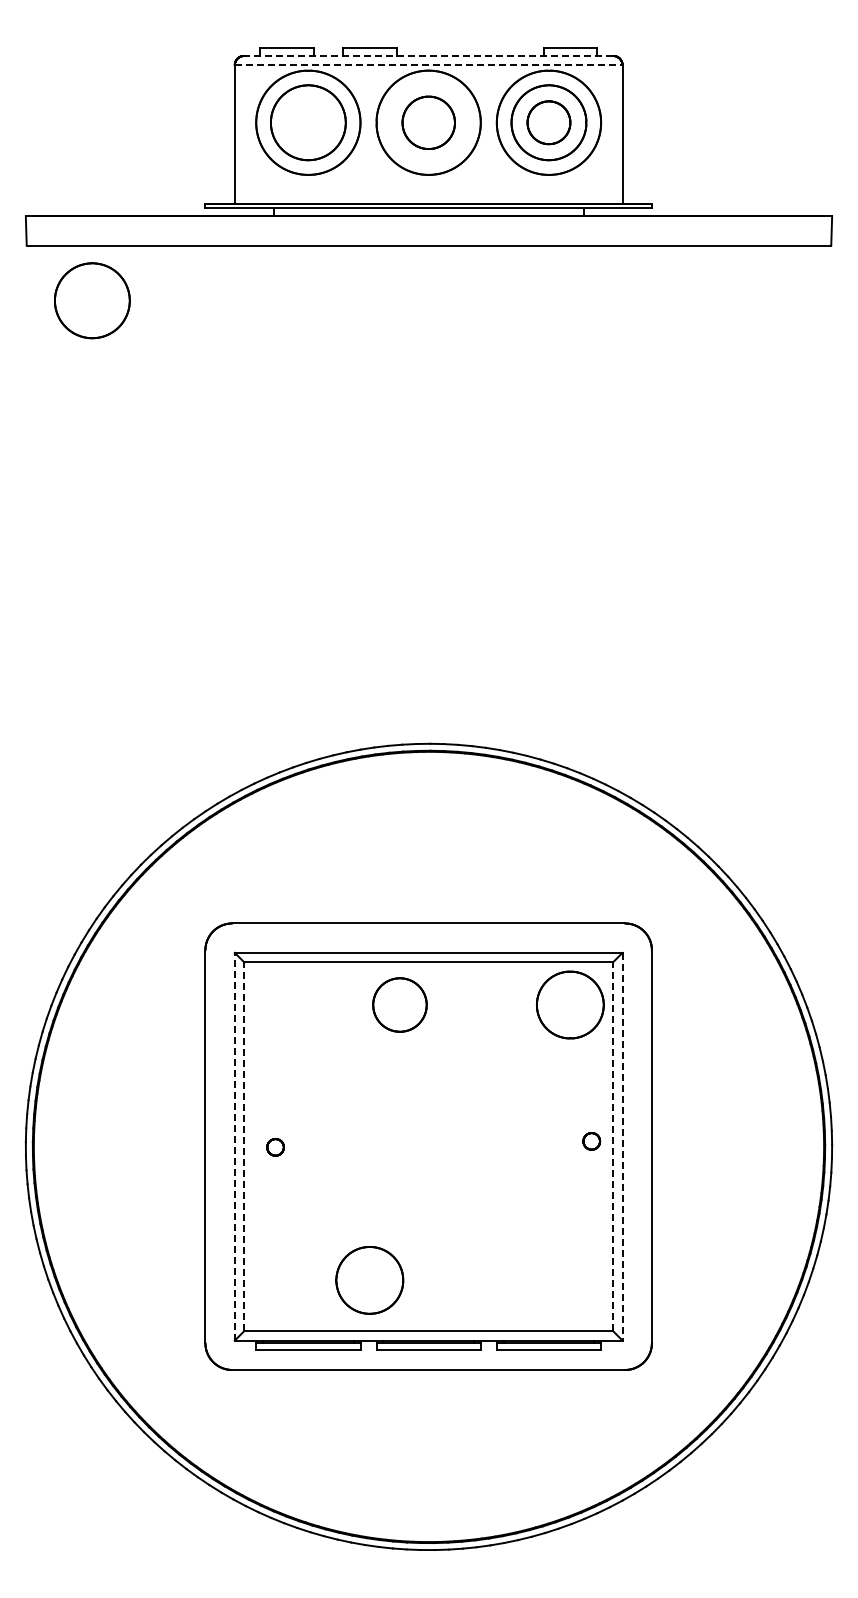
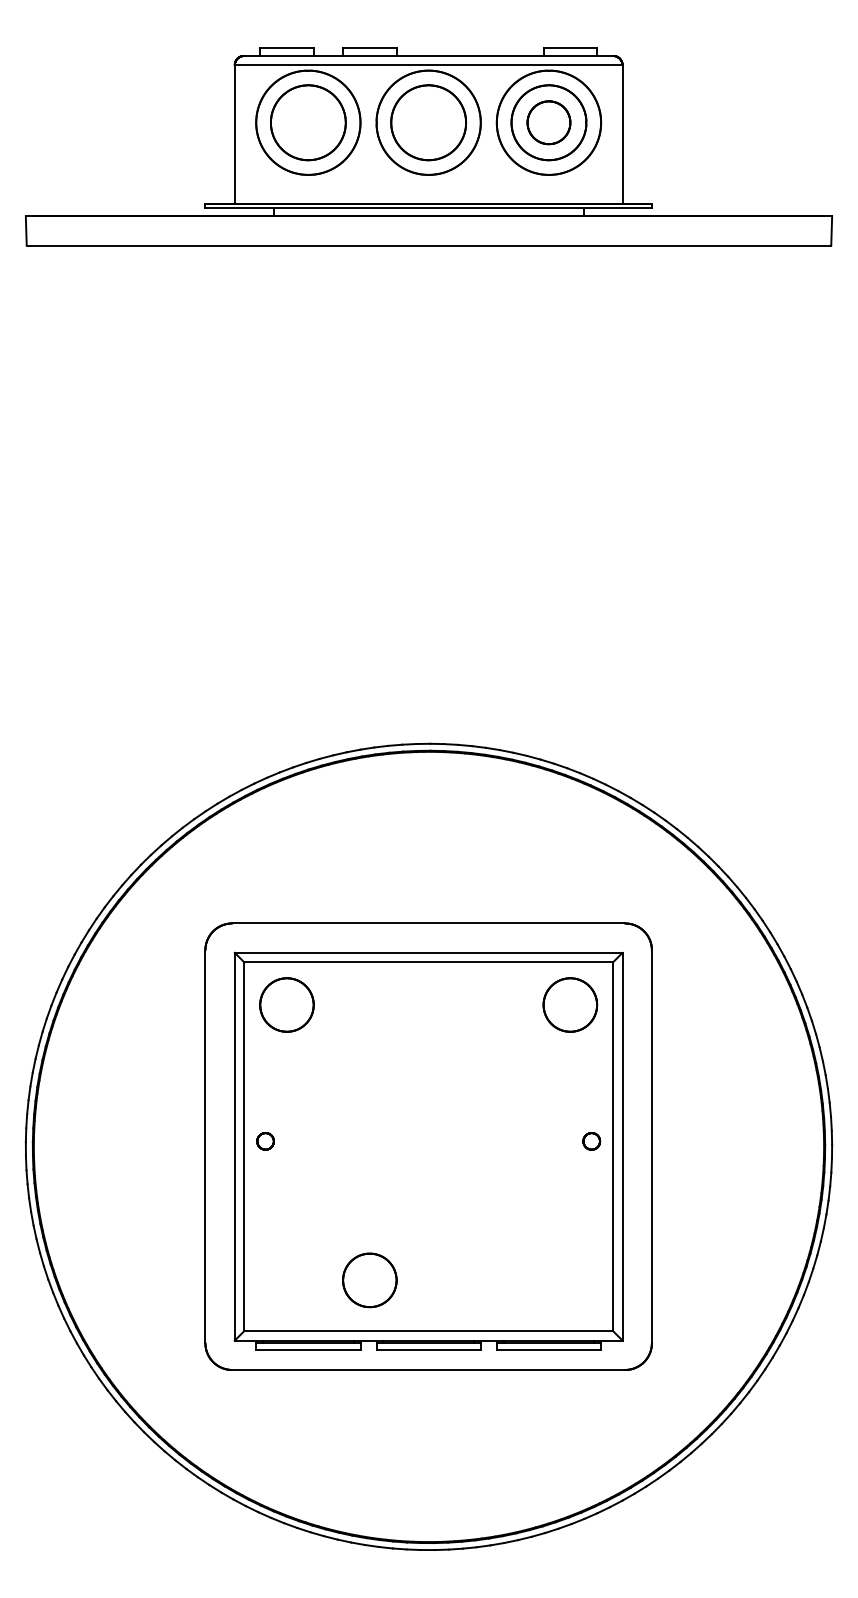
line at (428, 55): dashed -> solid
line at (428, 65): dashed -> solid
part at (428, 122) size: 55x55 px -> 78x78 px
part at (92, 300): present -> none
part at (399, 1004) position: (399, 1004) -> (286, 1004)
part at (570, 1004) size: 69x70 px -> 57x56 px
line at (234, 1146): dashed -> solid
line at (244, 1146): dashed -> solid
line at (613, 1146): dashed -> solid
line at (622, 1146): dashed -> solid
part at (275, 1147) position: (275, 1147) -> (265, 1141)
part at (369, 1280) size: 70x69 px -> 56x57 px
